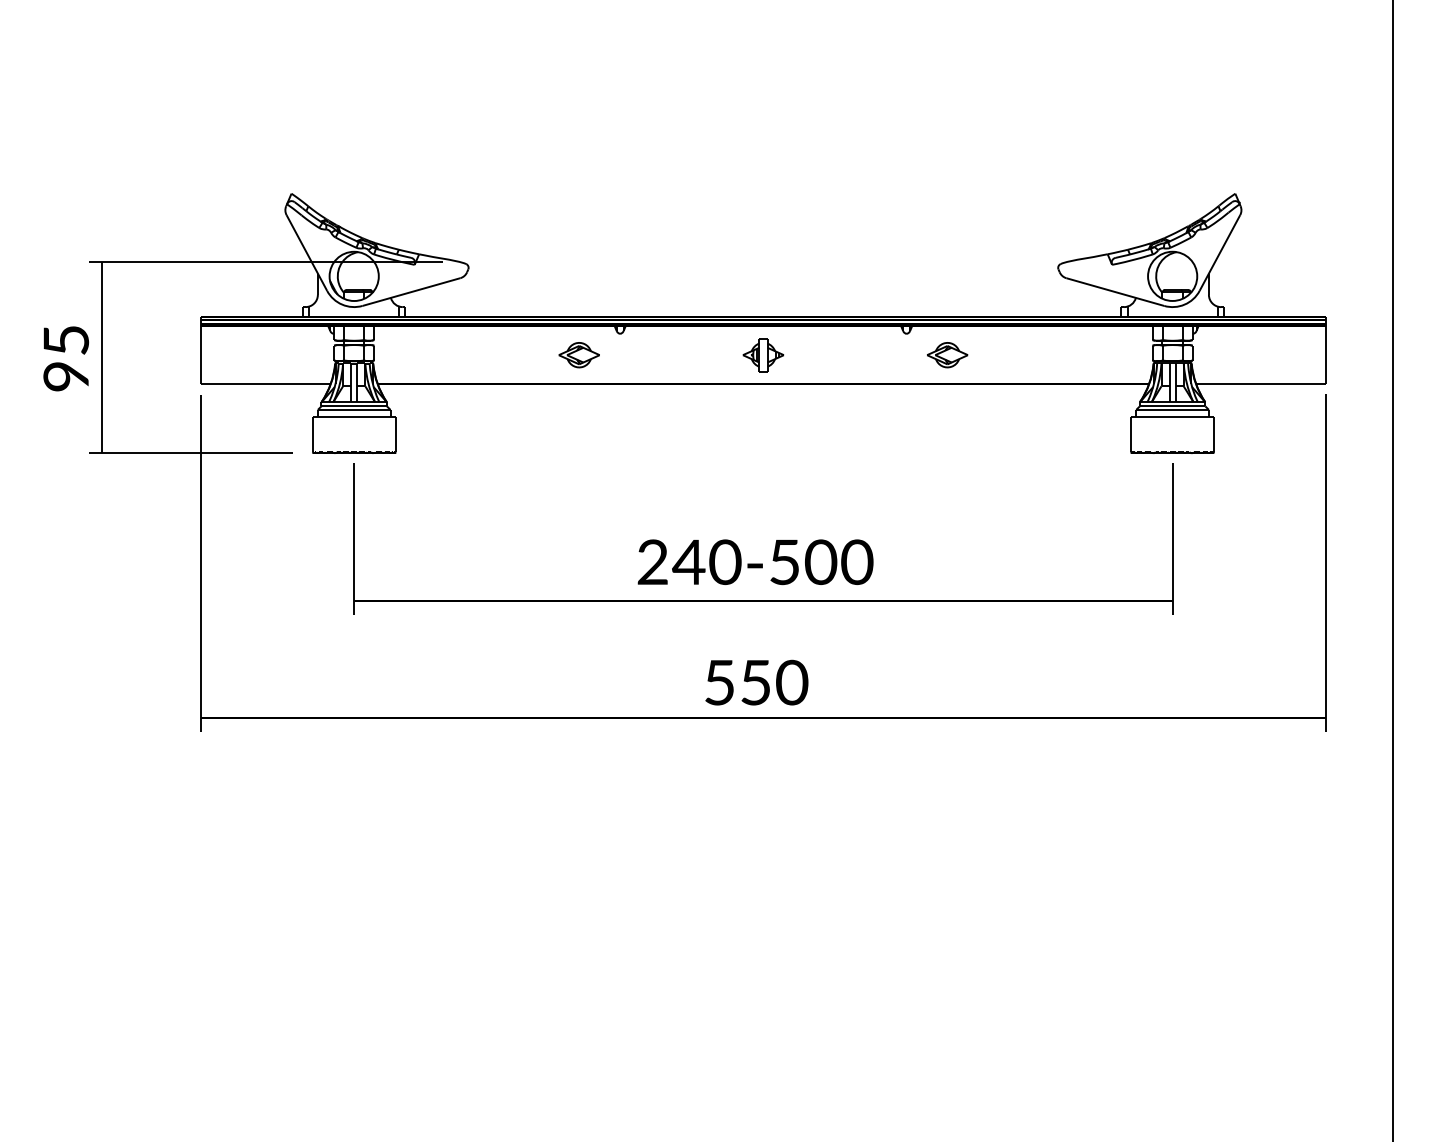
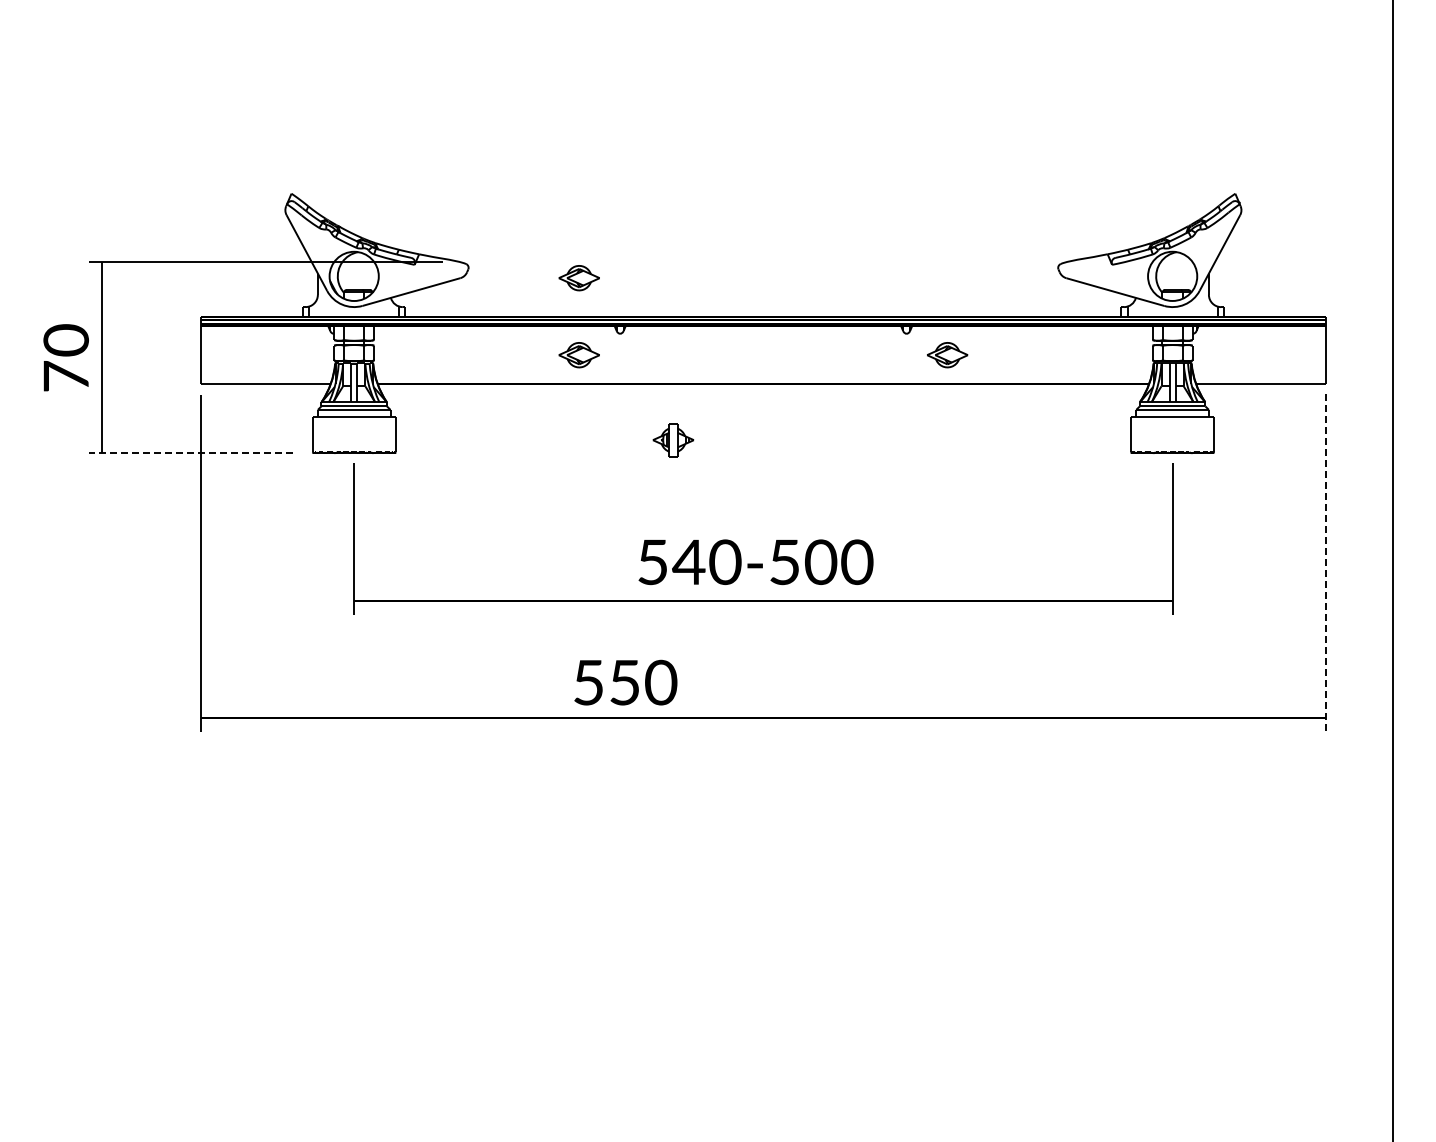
part at (578, 278): none -> present
part at (763, 355) position: (763, 355) -> (673, 440)
text at (66, 357): 95 -> 70
line at (190, 453): solid -> dashed
text at (652, 562): 240-500 -> 540-500
line at (1326, 562): solid -> dashed
text at (756, 682) position: (756, 682) -> (625, 682)
